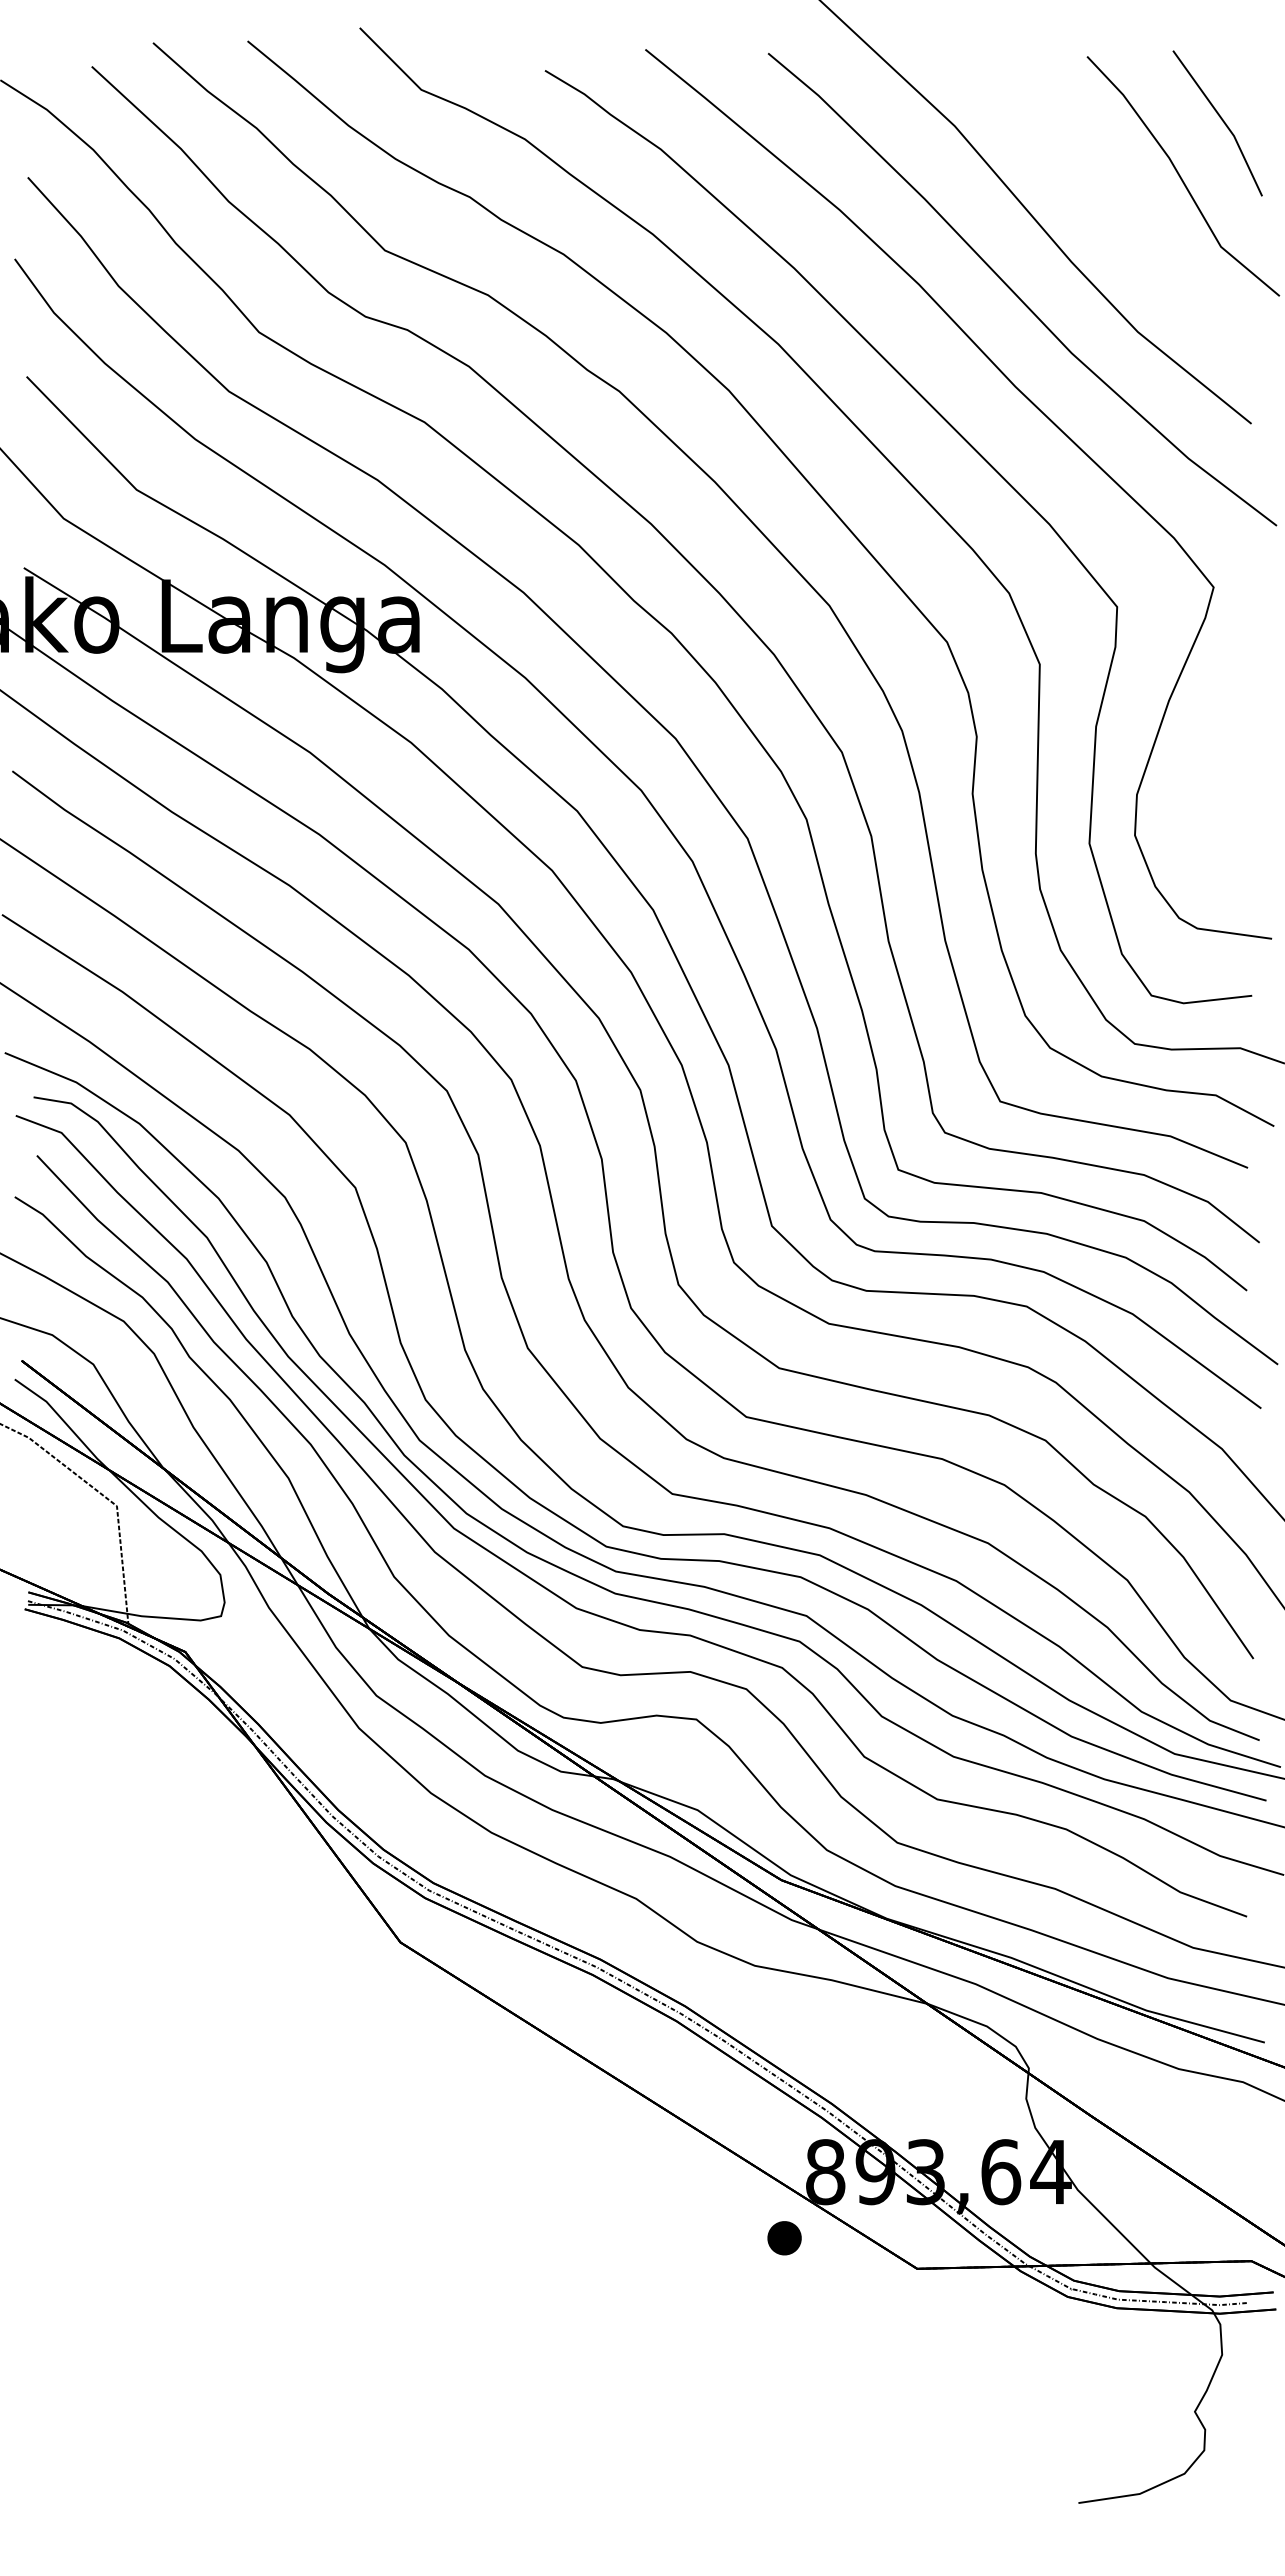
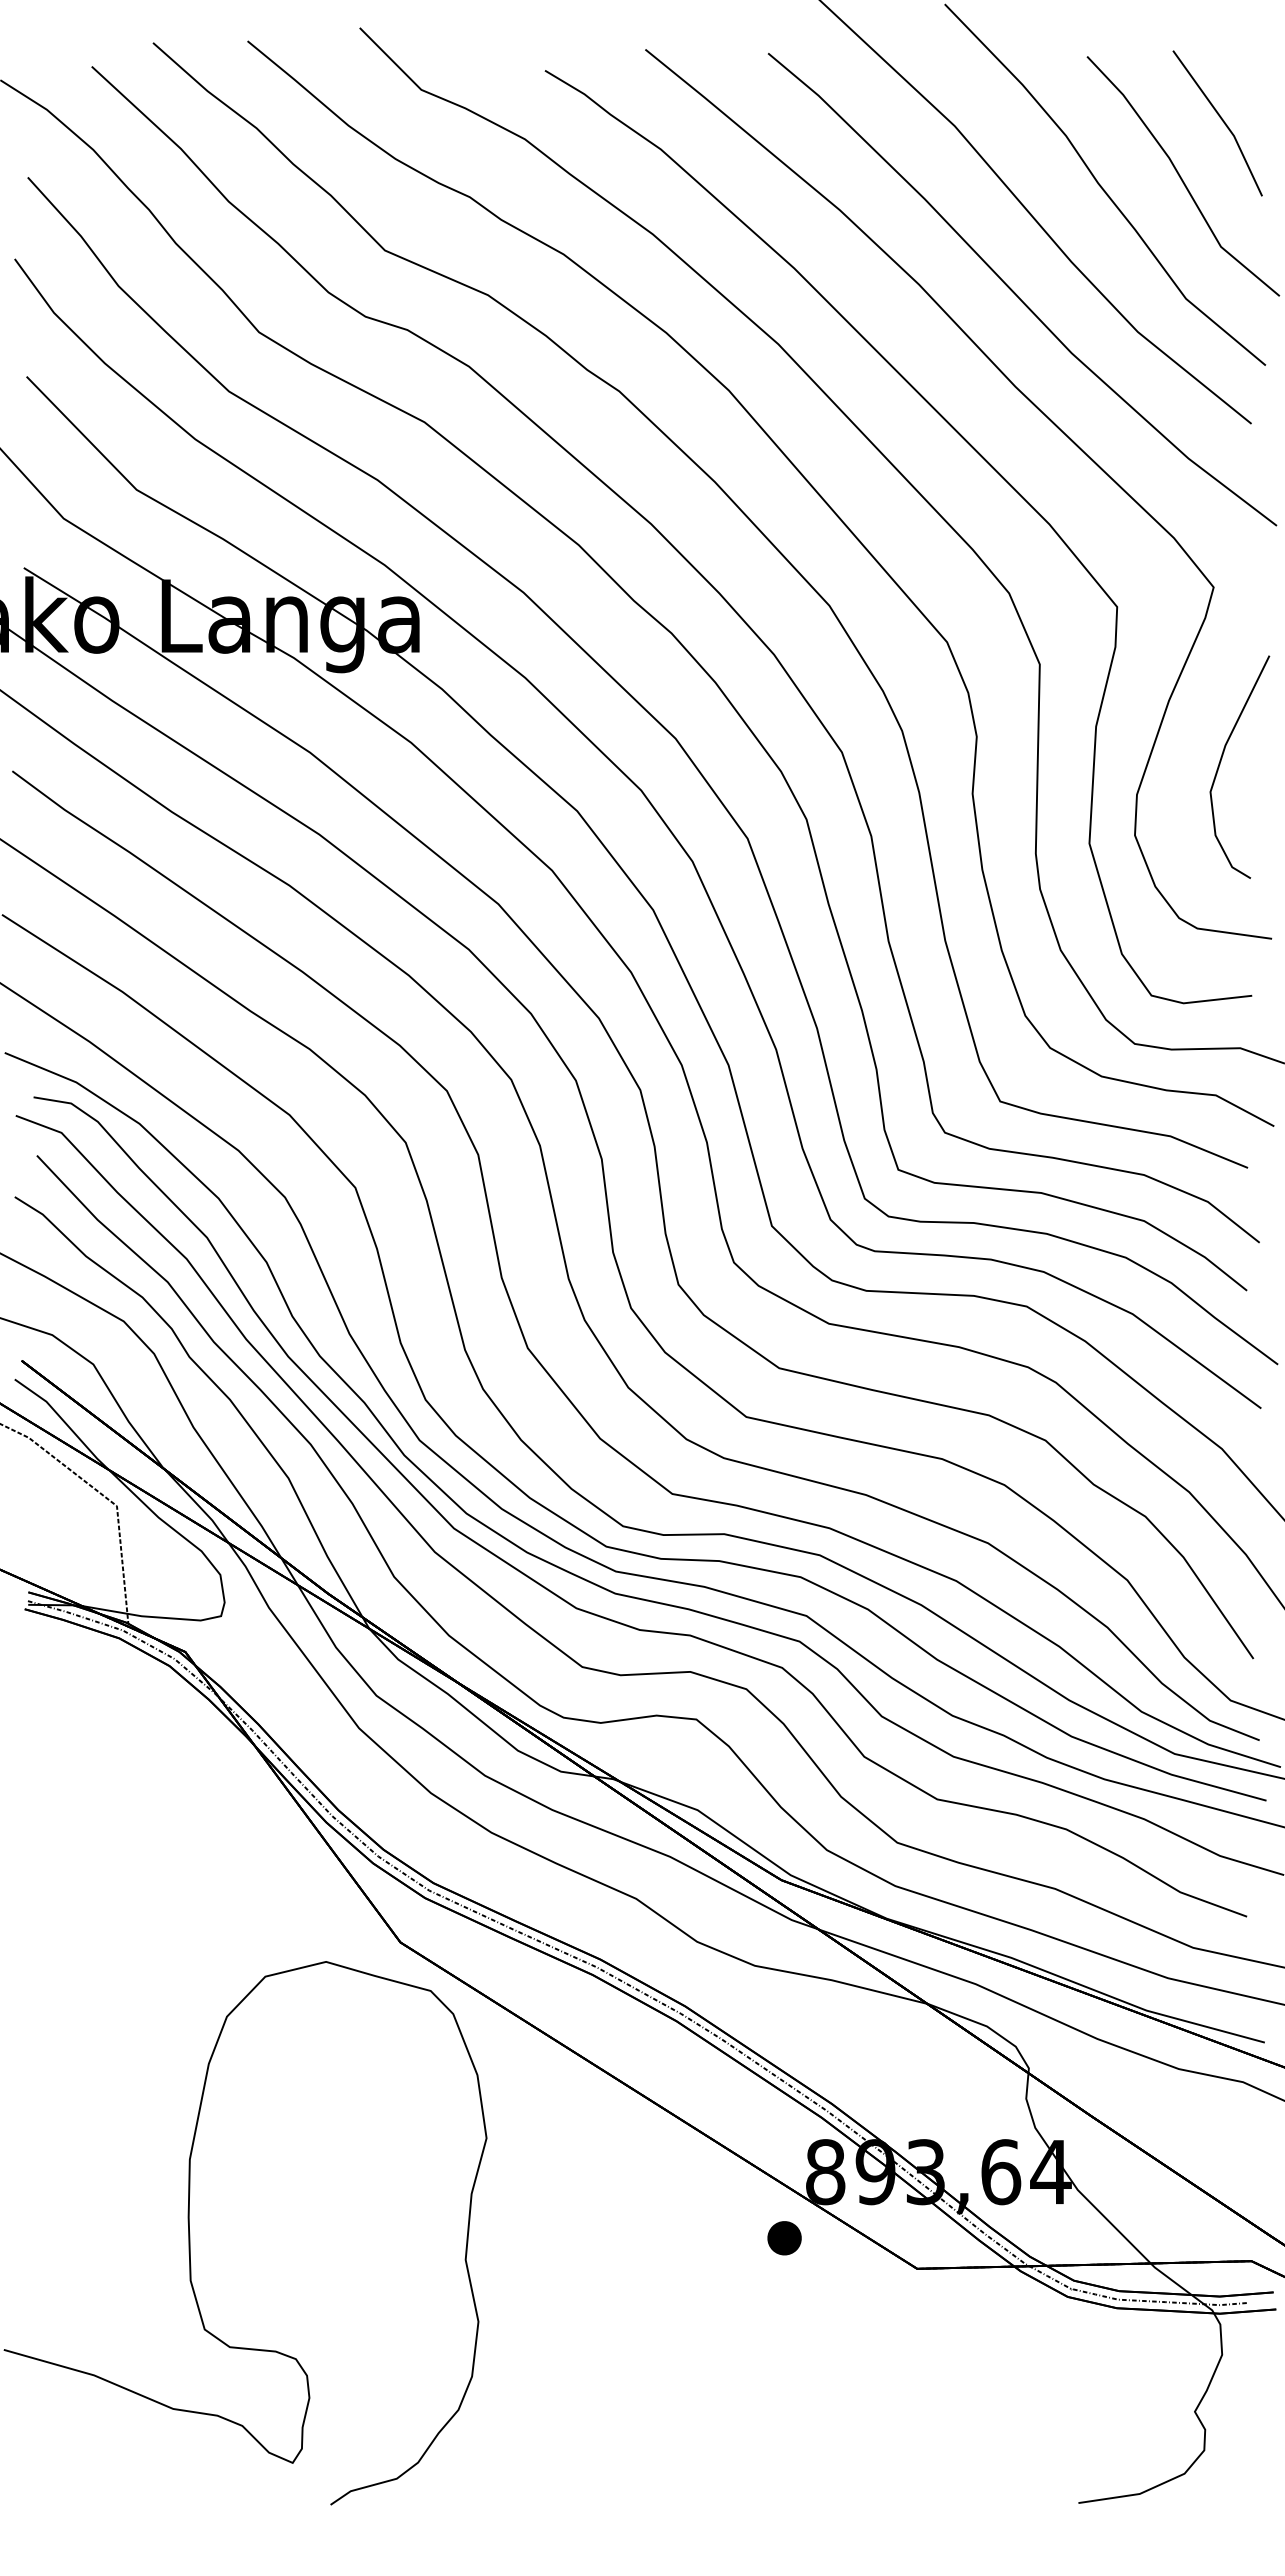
curve at (1101, 185): none -> present
curve at (1221, 761): none -> present
curve at (190, 2233): none -> present
